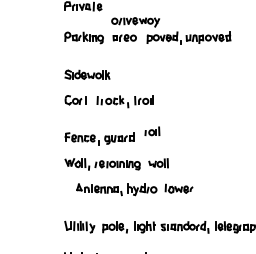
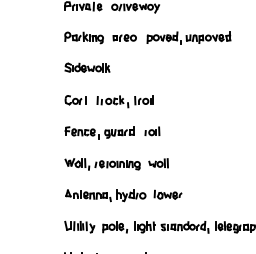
part at (135, 22) position: (135, 22) -> (135, 8)
part at (87, 74) position: (87, 74) -> (87, 67)
part at (99, 138) position: (99, 138) -> (99, 132)
part at (134, 189) position: (134, 189) -> (123, 195)
